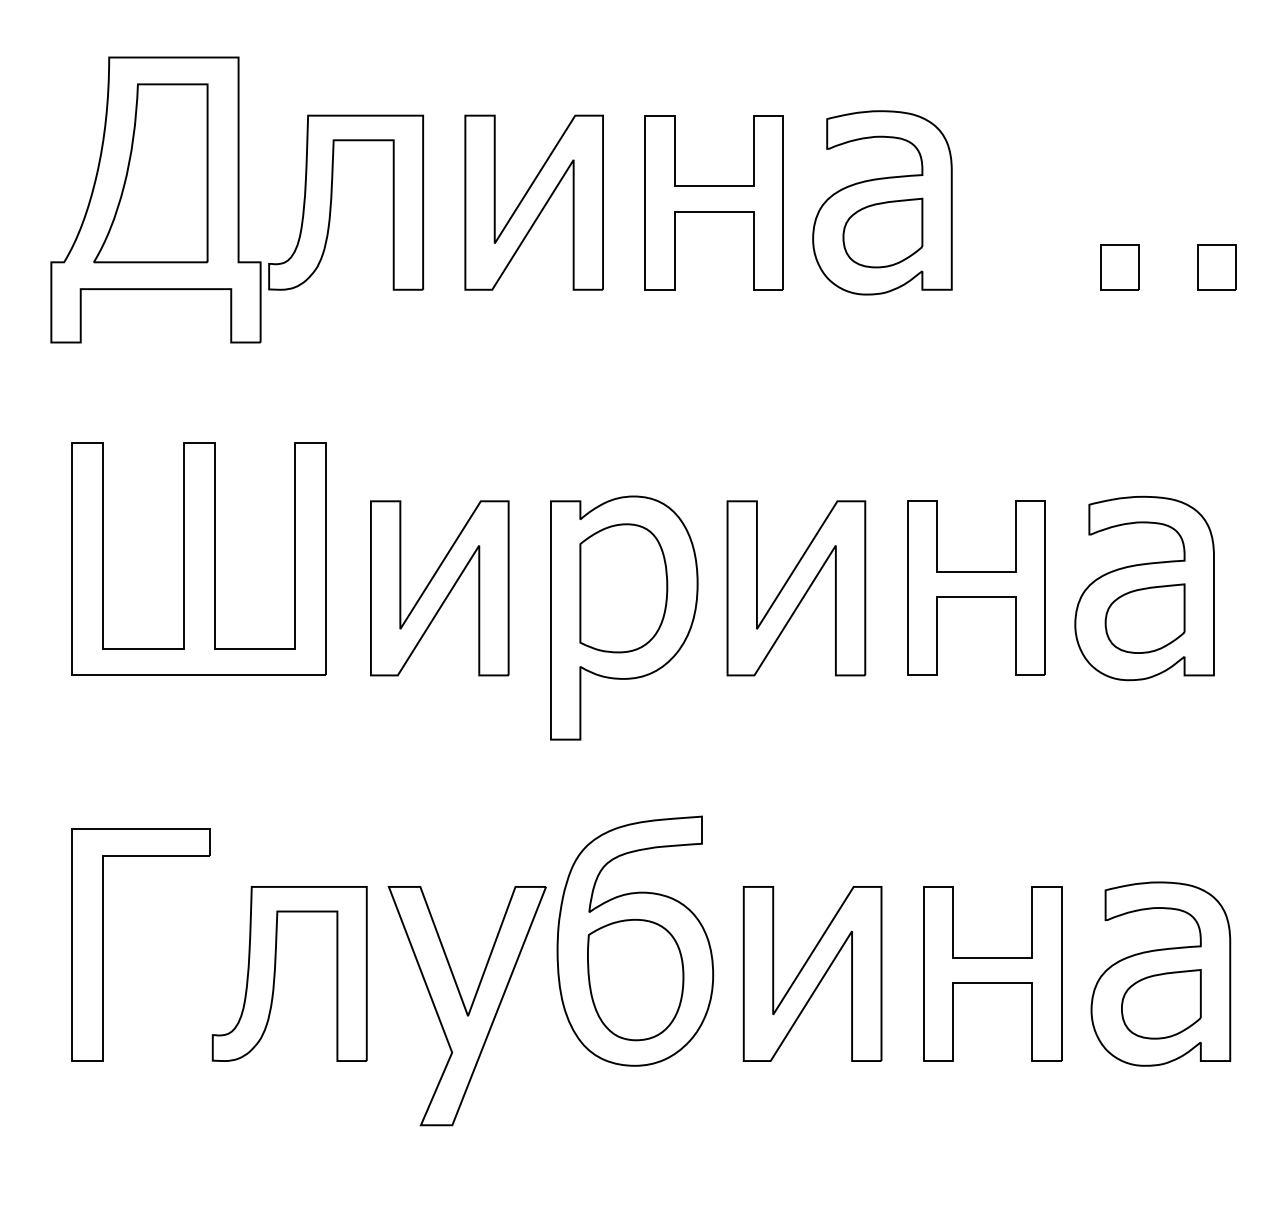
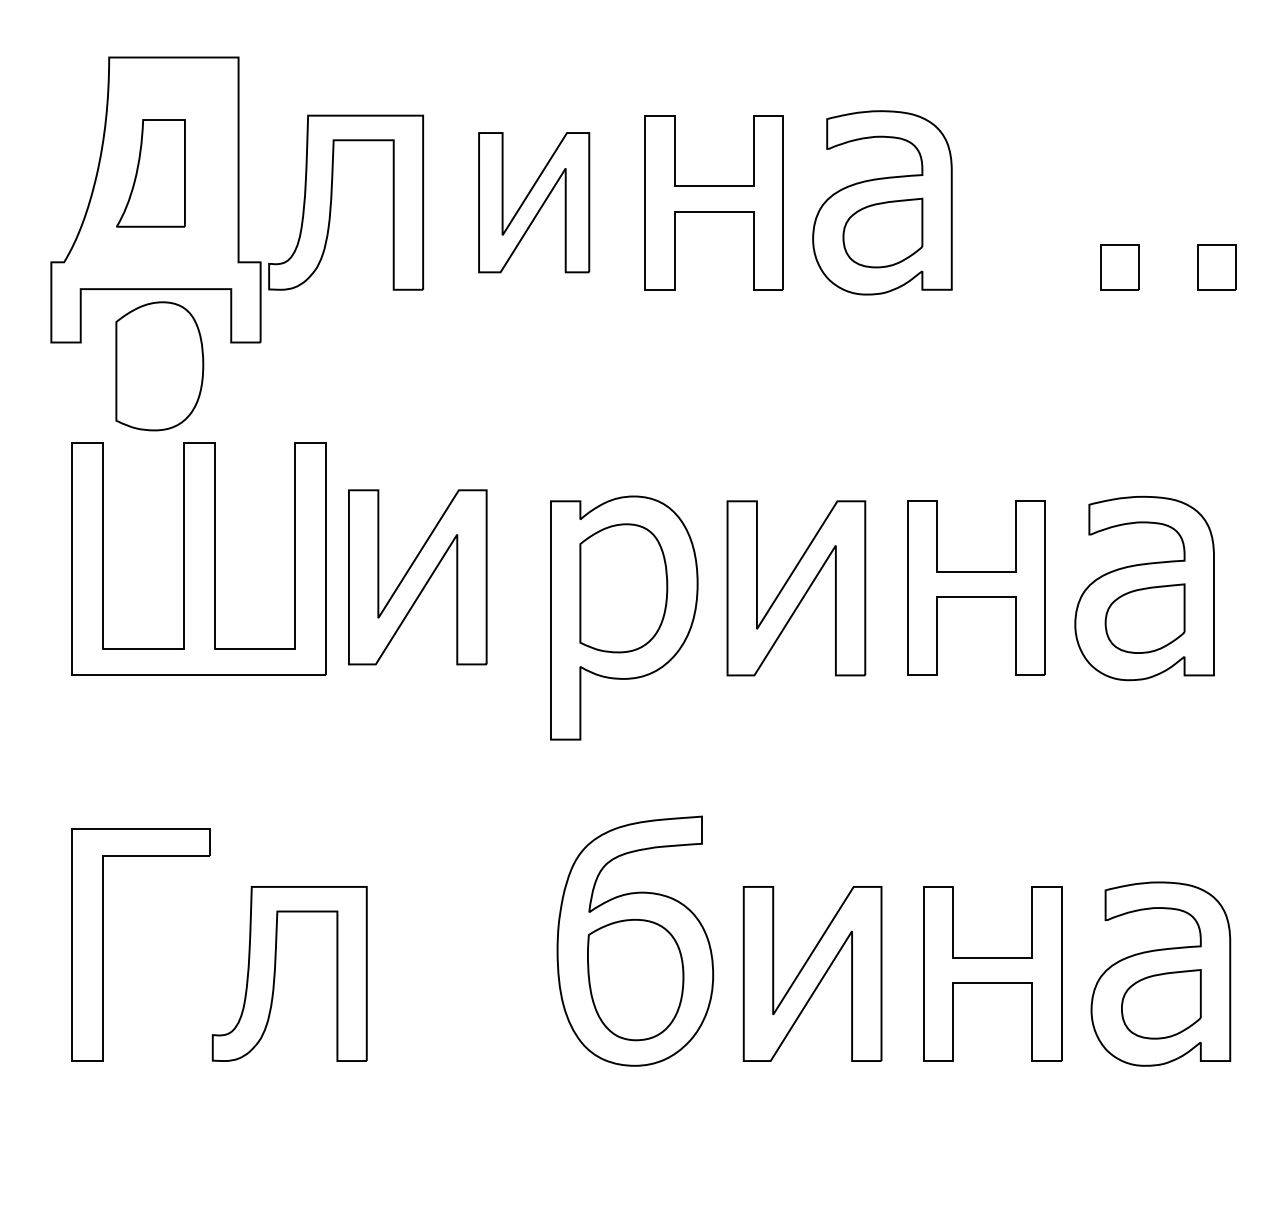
part at (150, 173) size: 116x181 px -> 70x109 px
part at (533, 202) size: 140x177 px -> 113x142 px
part at (159, 366): none -> present
part at (439, 588) position: (439, 588) -> (417, 577)
part at (466, 1006): present -> none
